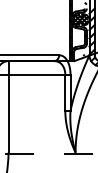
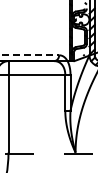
hatch at (81, 19): present -> none
line at (30, 55): solid -> dashed
